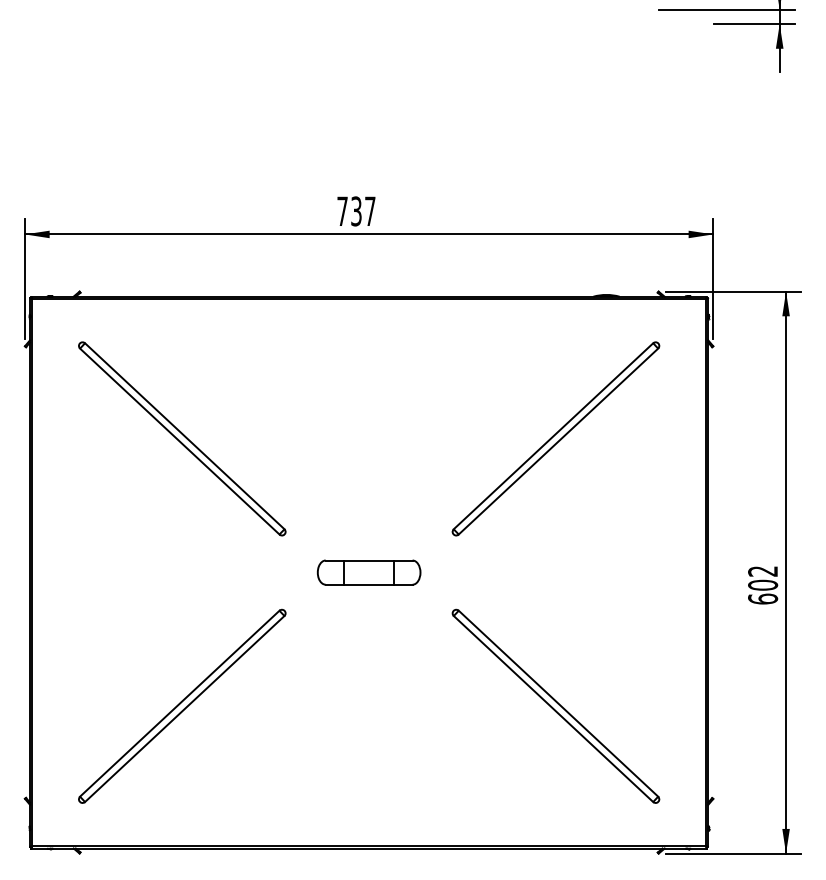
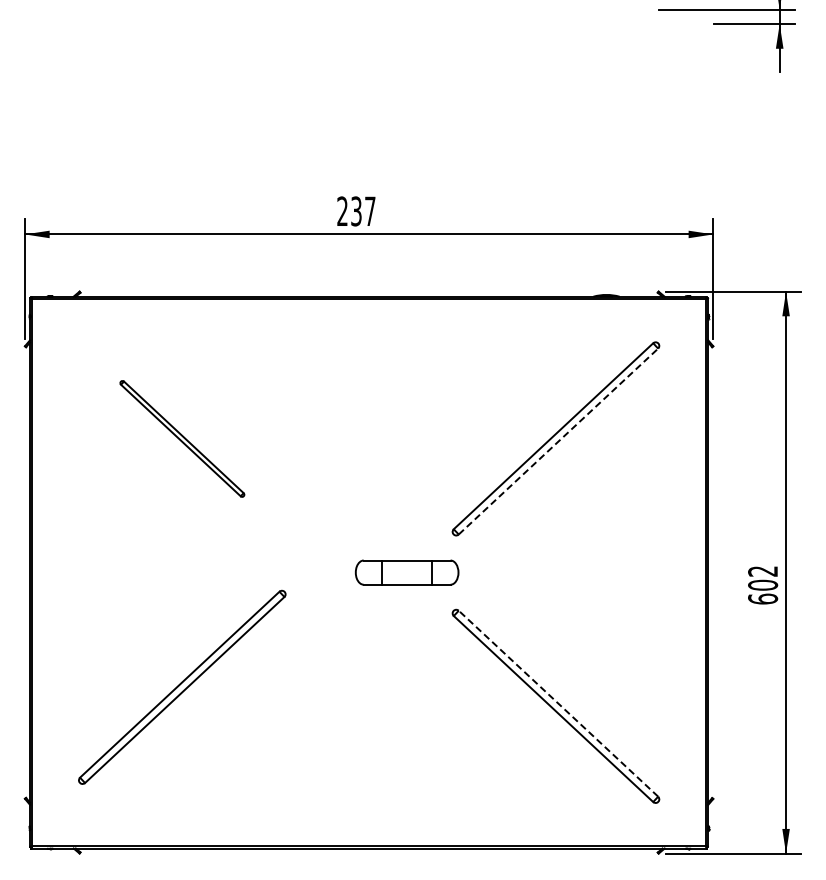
text at (342, 210): 737 -> 237
part at (182, 438) size: 209x196 px -> 127x118 px
line at (558, 441): solid -> dashed
part at (368, 572) position: (368, 572) -> (406, 572)
line at (558, 703): solid -> dashed
part at (182, 705) position: (182, 705) -> (182, 686)
